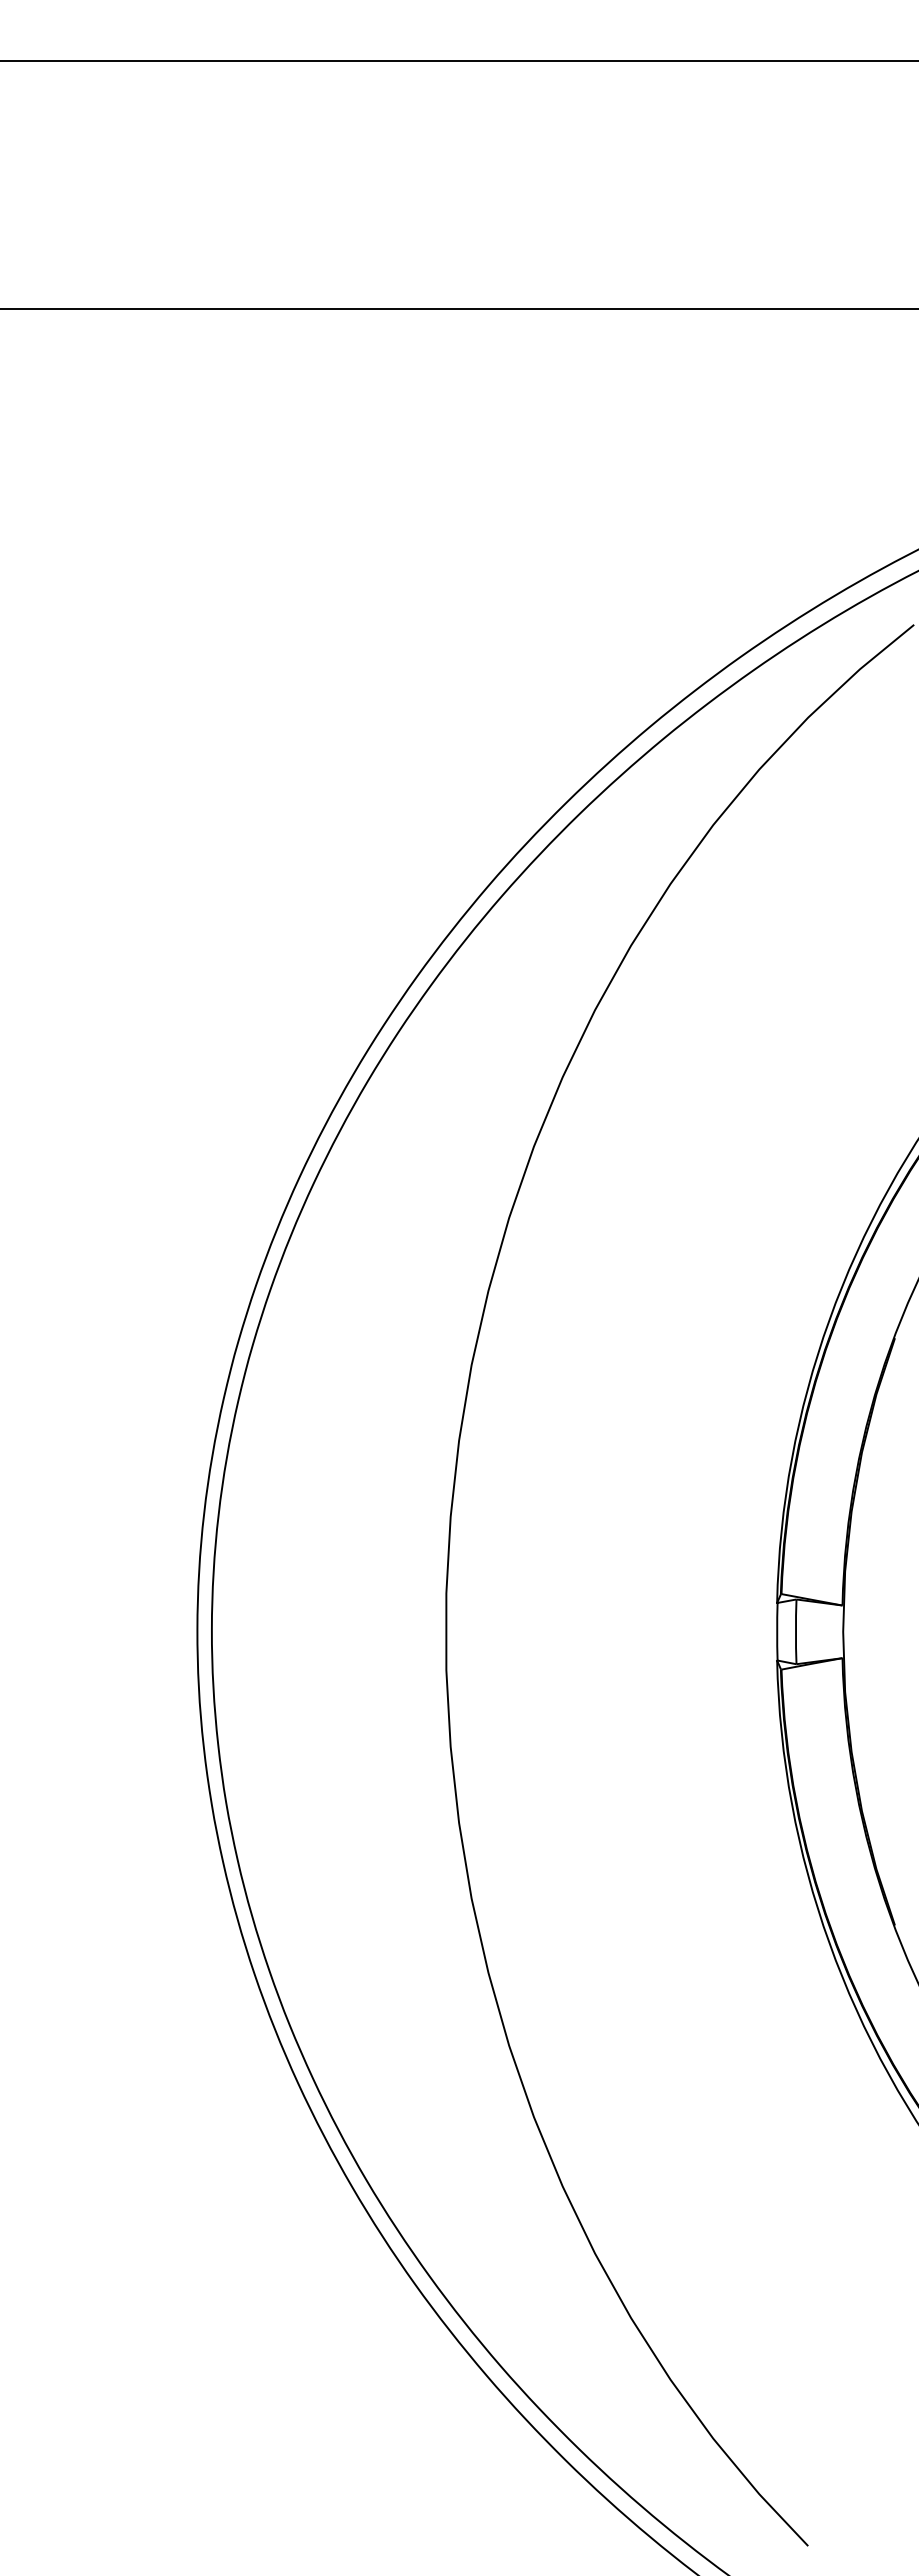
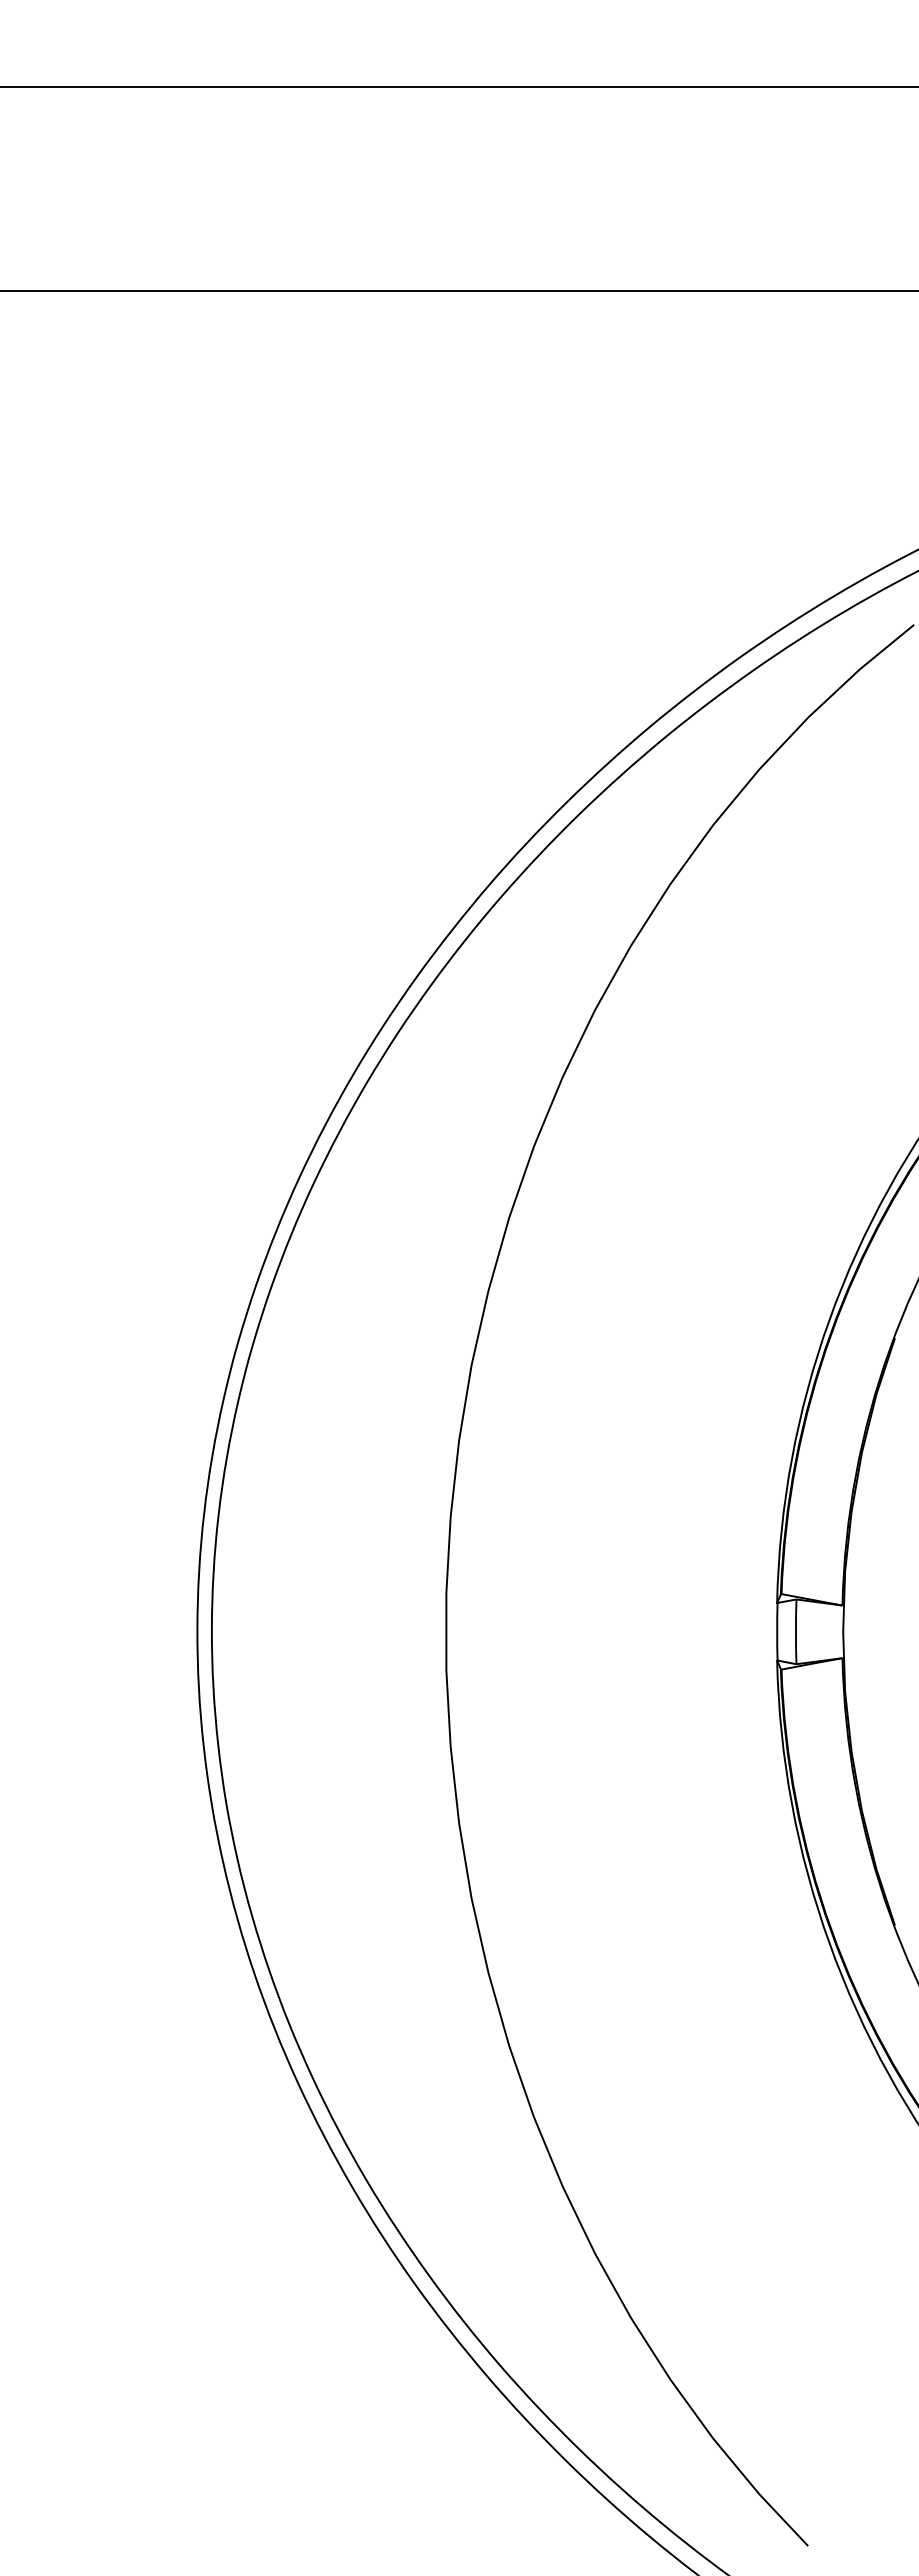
line at (458, 60) position: (458, 60) -> (458, 86)
line at (458, 309) position: (458, 309) -> (458, 291)
